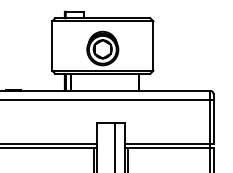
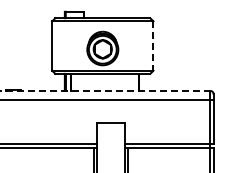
line at (153, 46): solid -> dashed
line at (105, 90): solid -> dashed
line at (115, 145): present -> none
